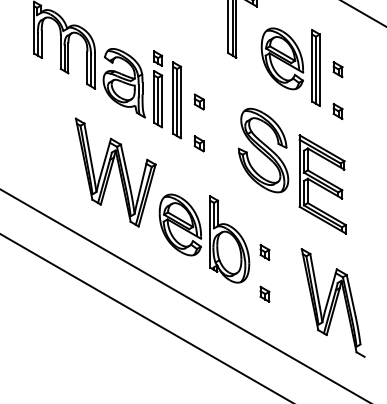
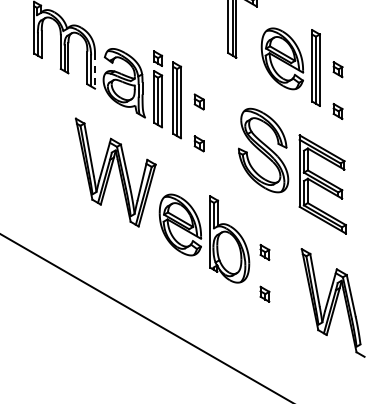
line at (363, 13): present -> none
line at (95, 70): solid -> dashed
line at (184, 295): present -> none
